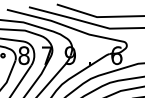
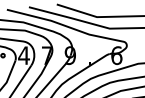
text at (23, 55): 8 -> 4
